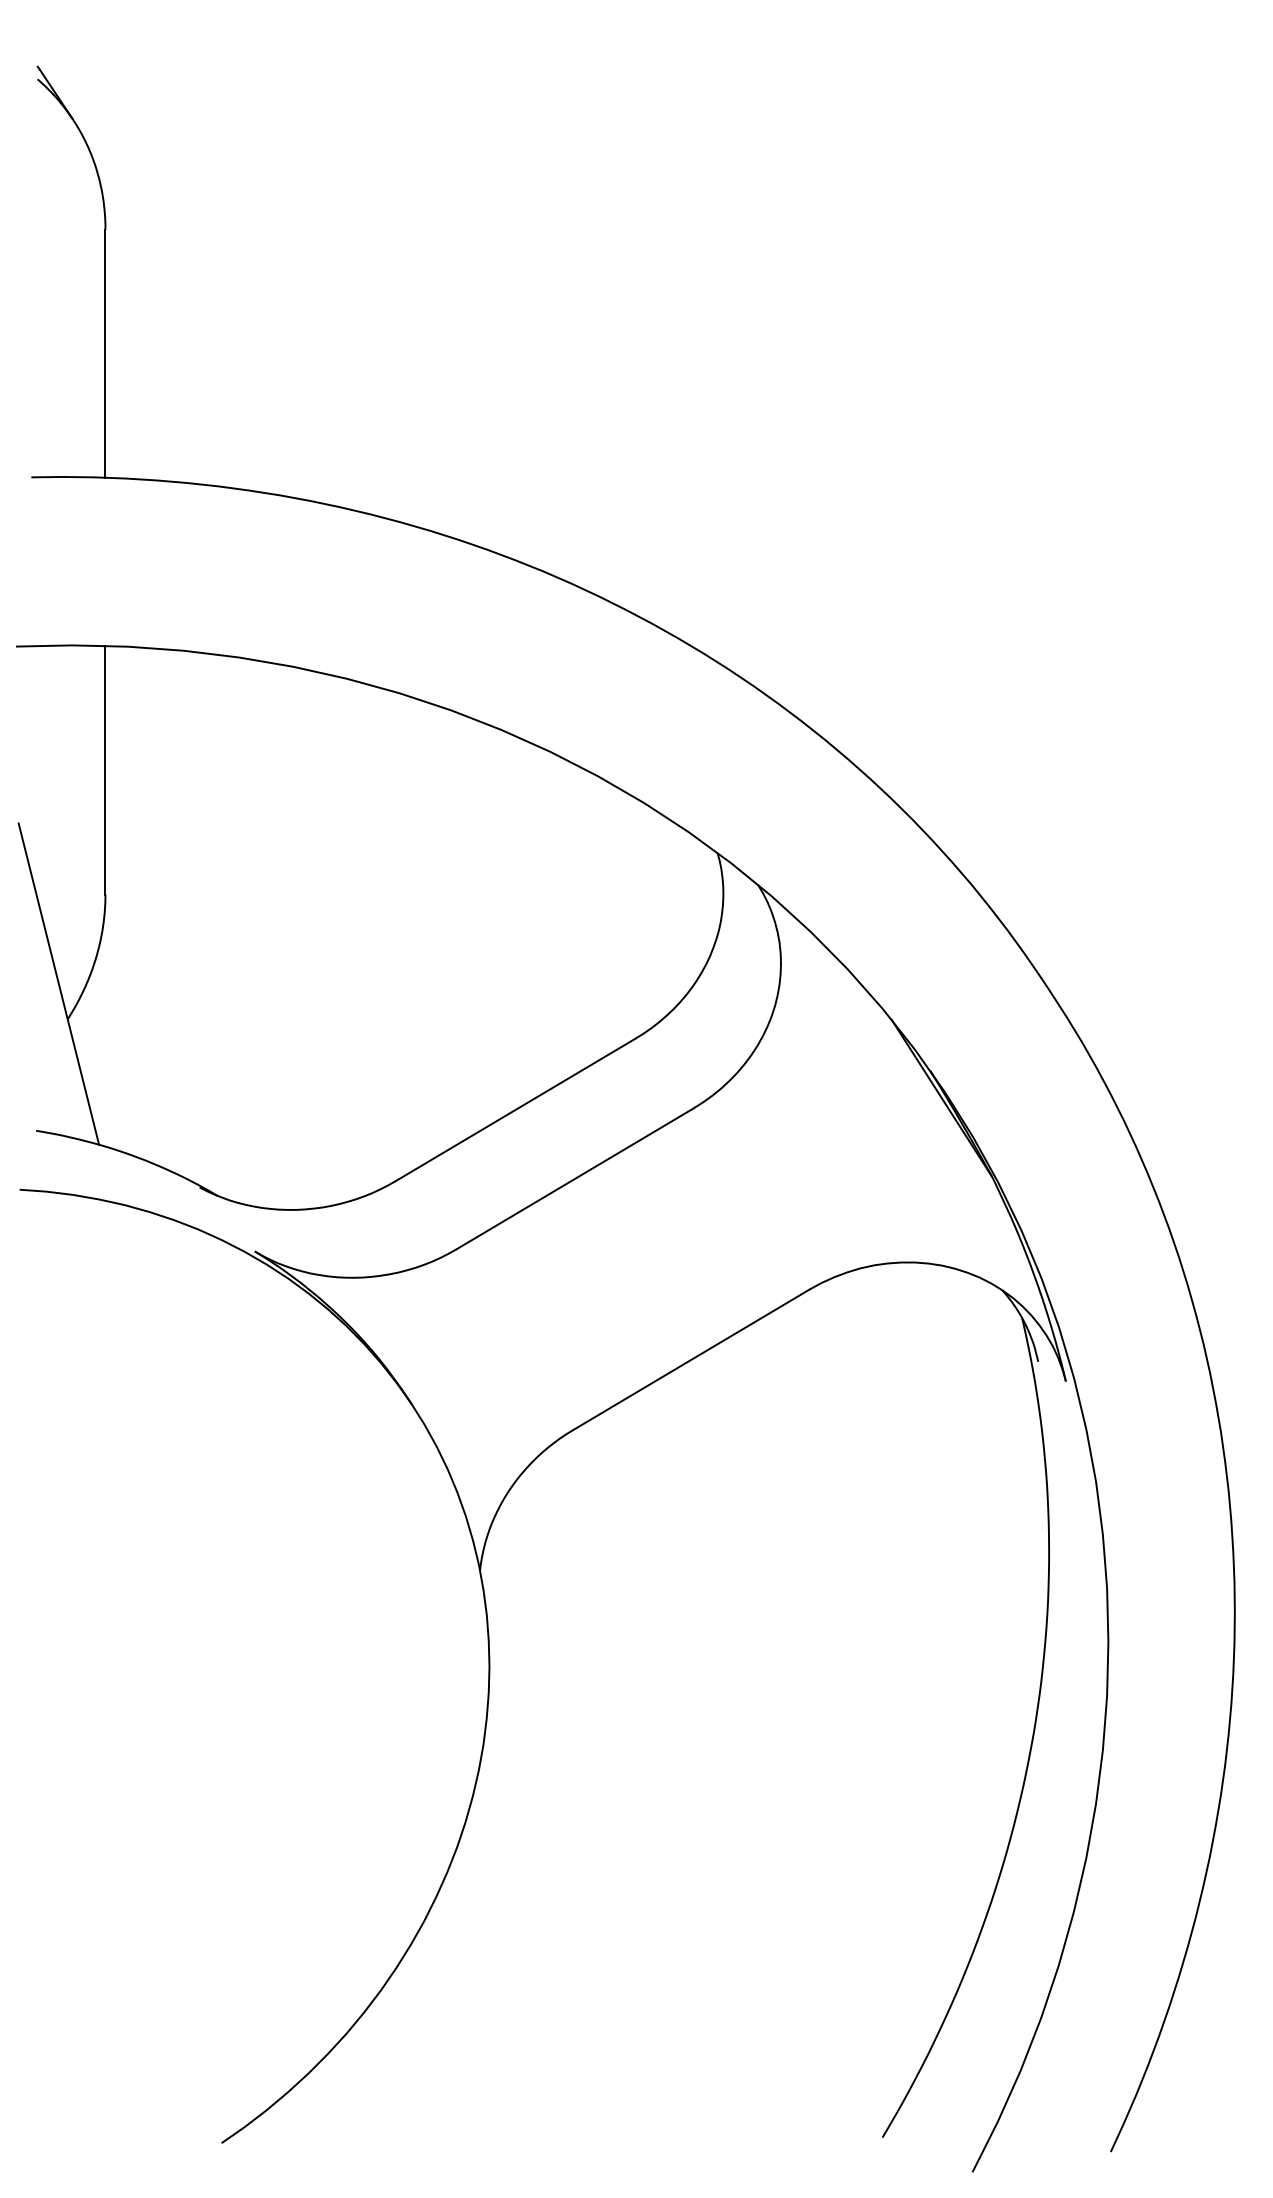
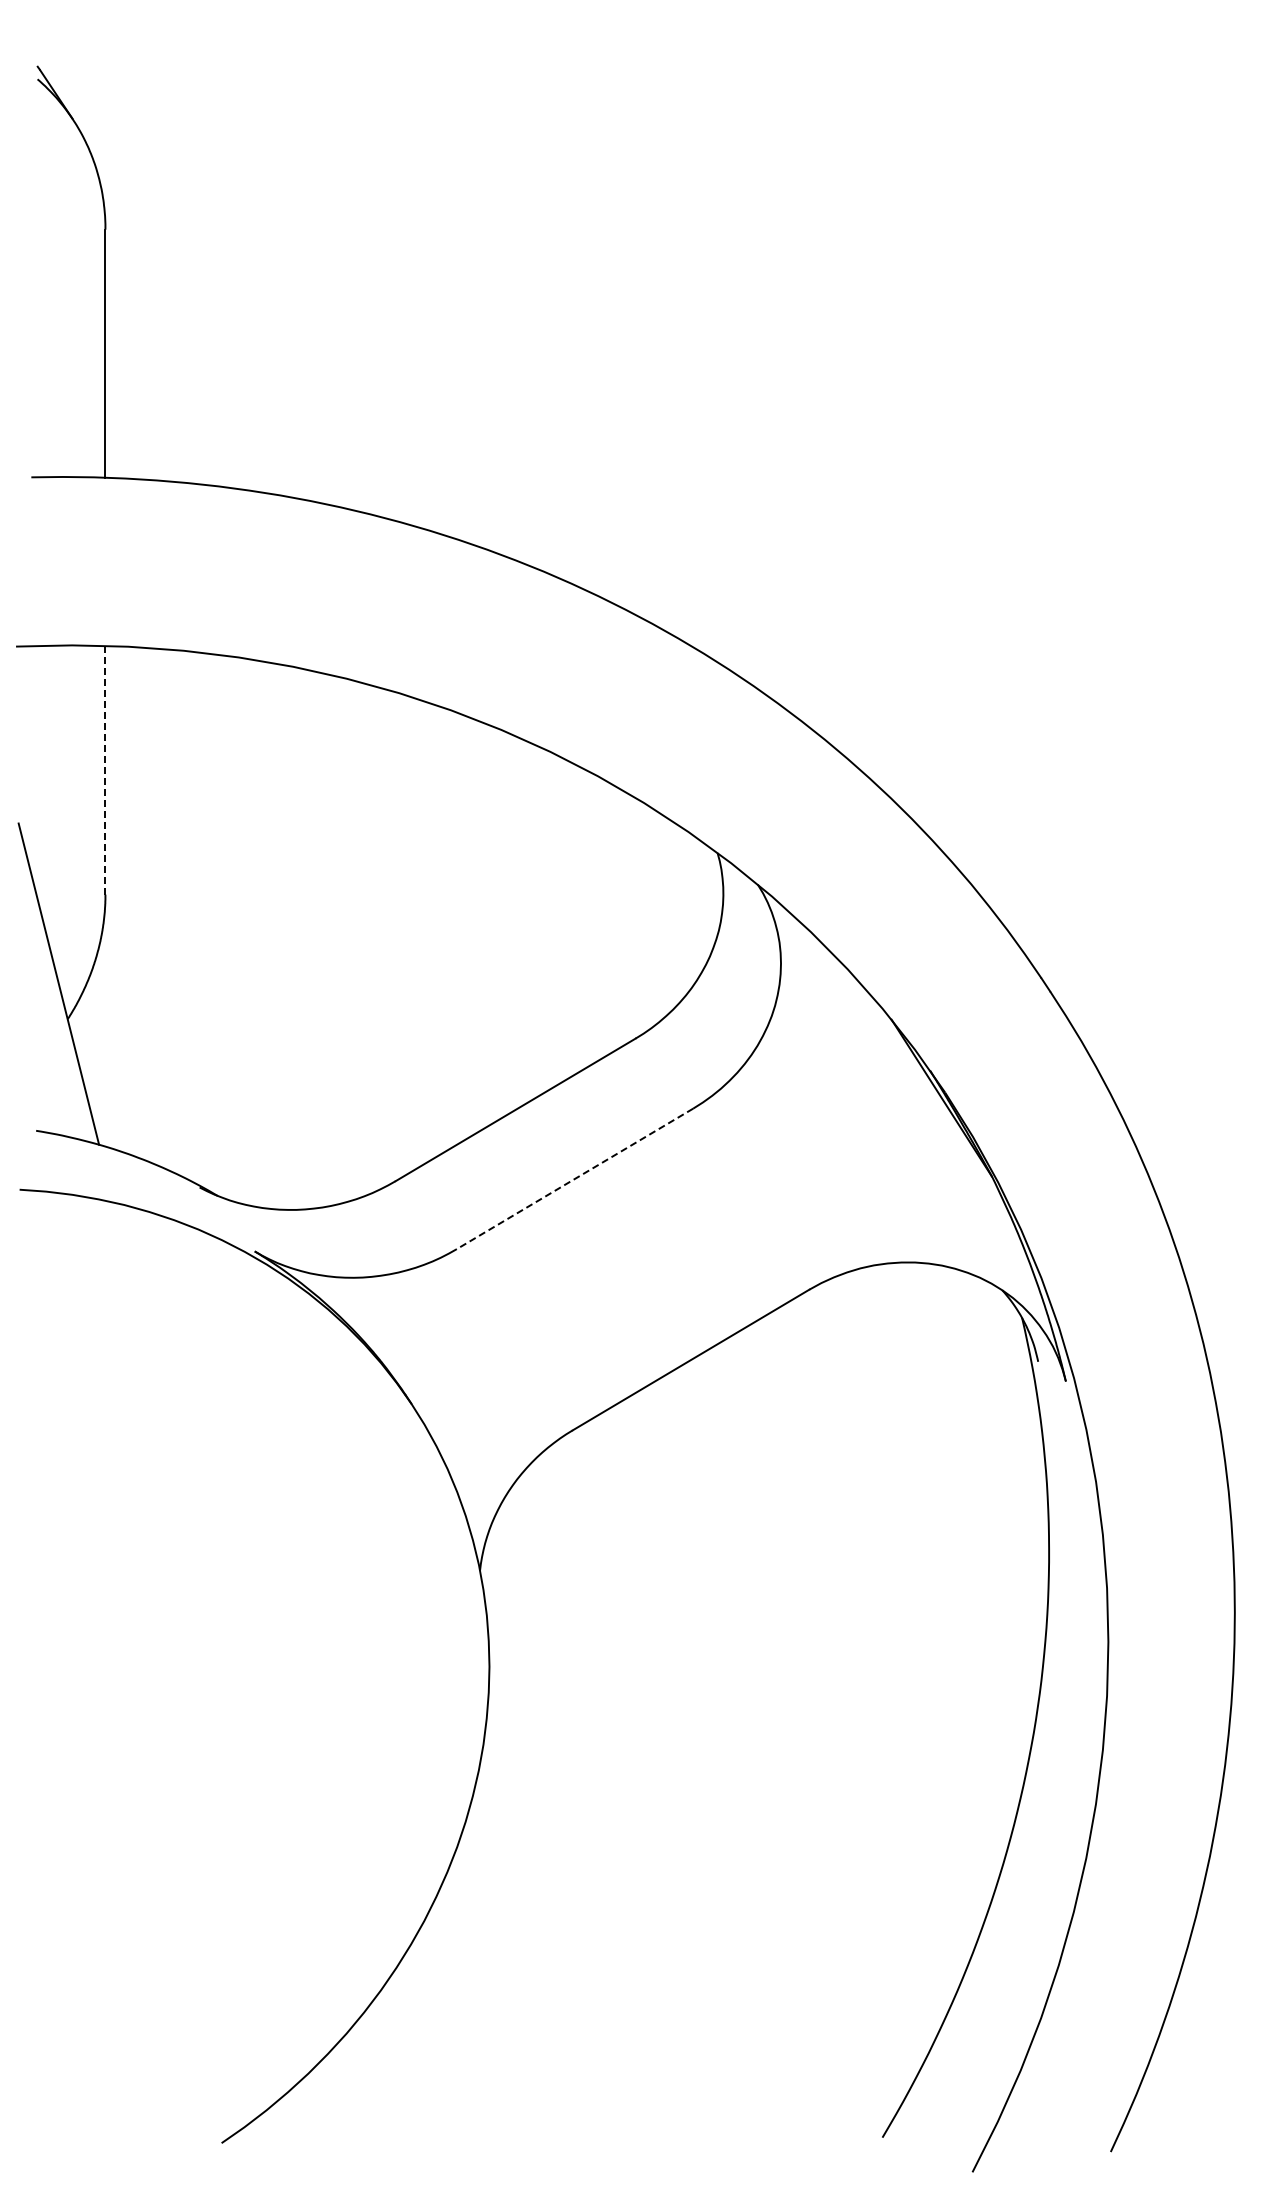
line at (105, 770): solid -> dashed
line at (574, 1179): solid -> dashed
